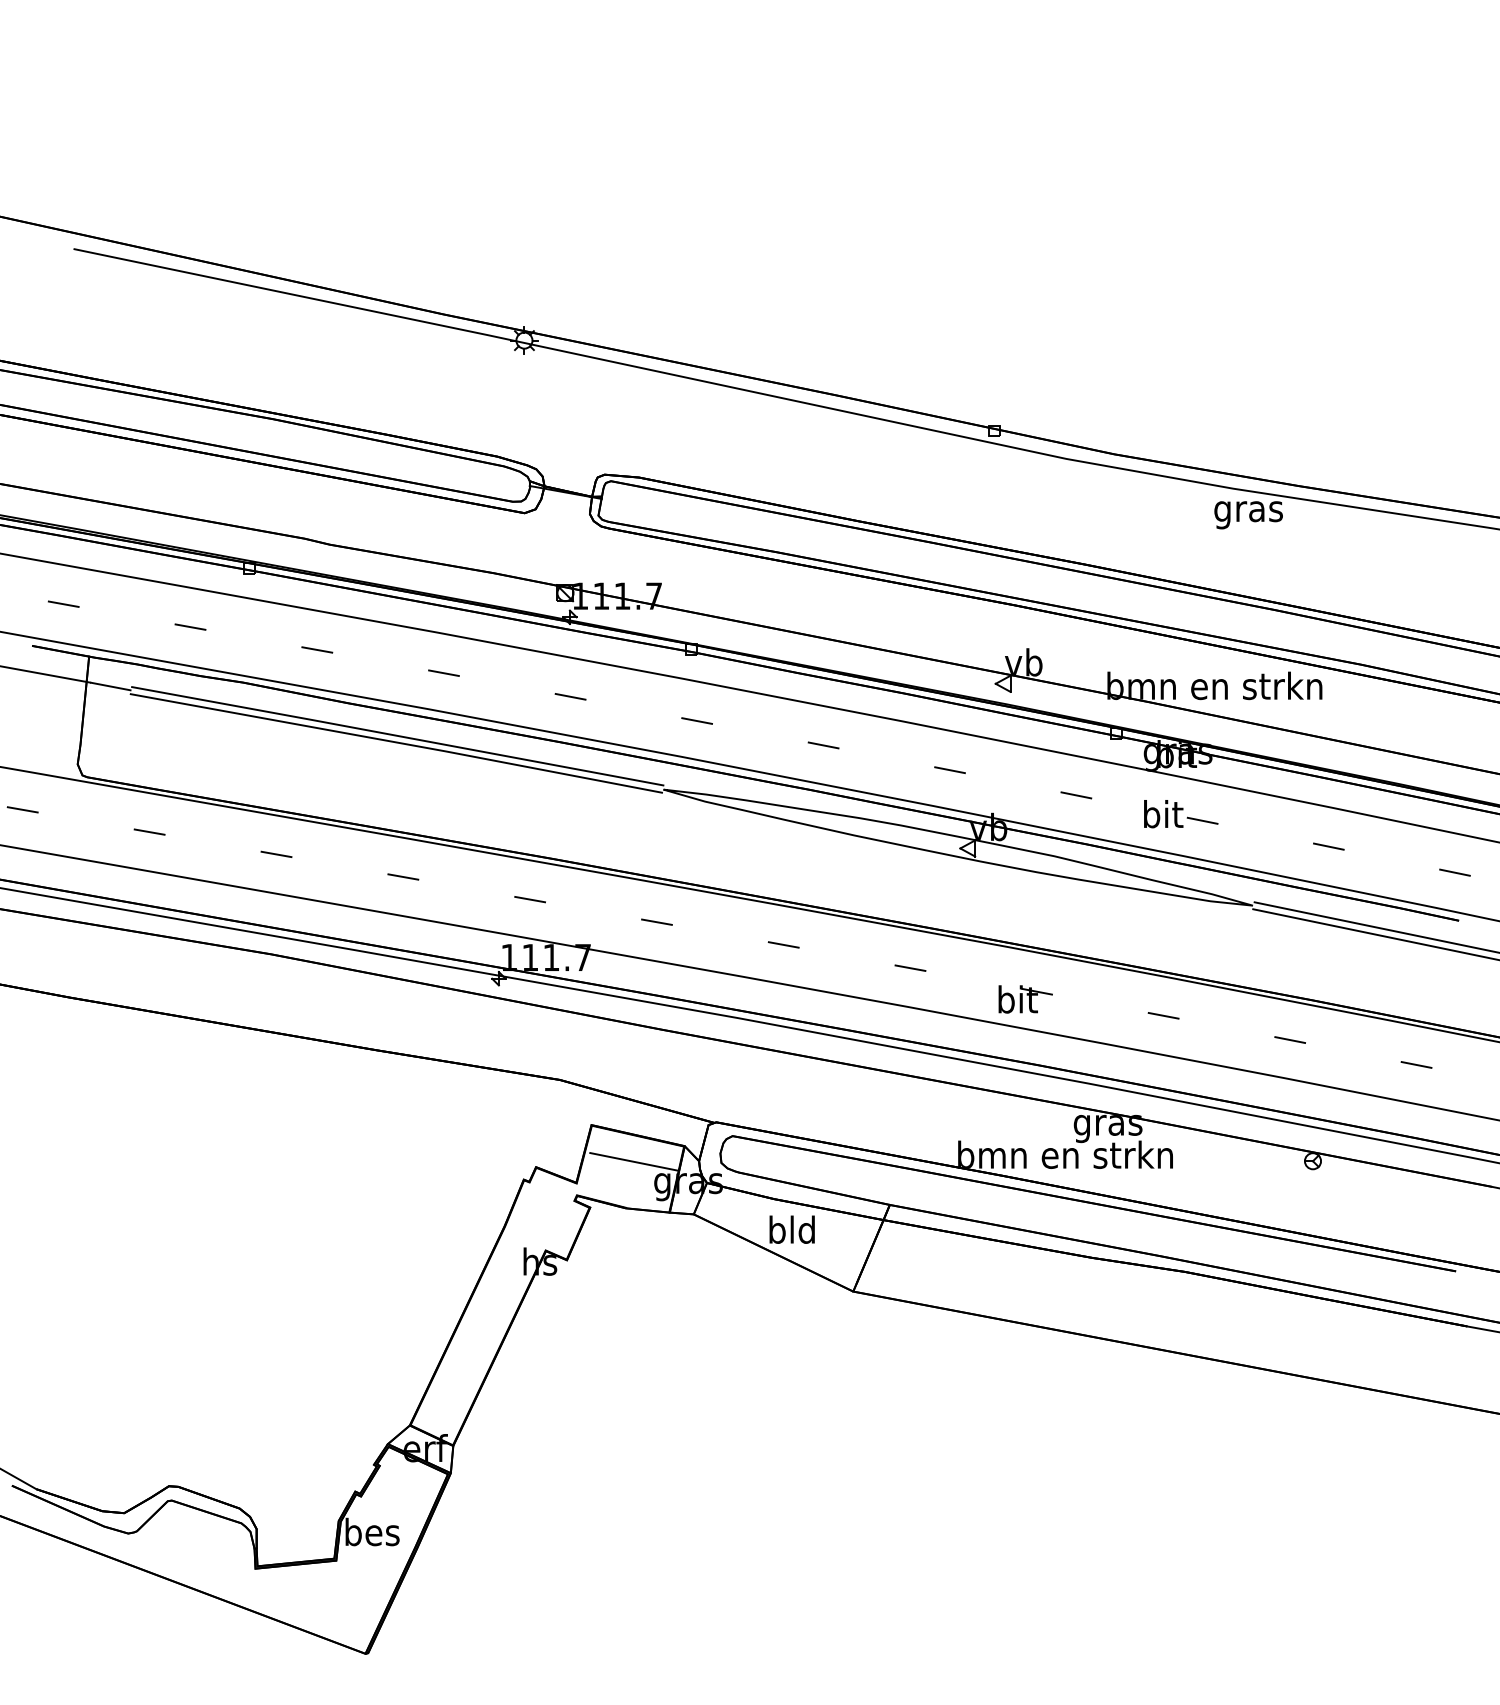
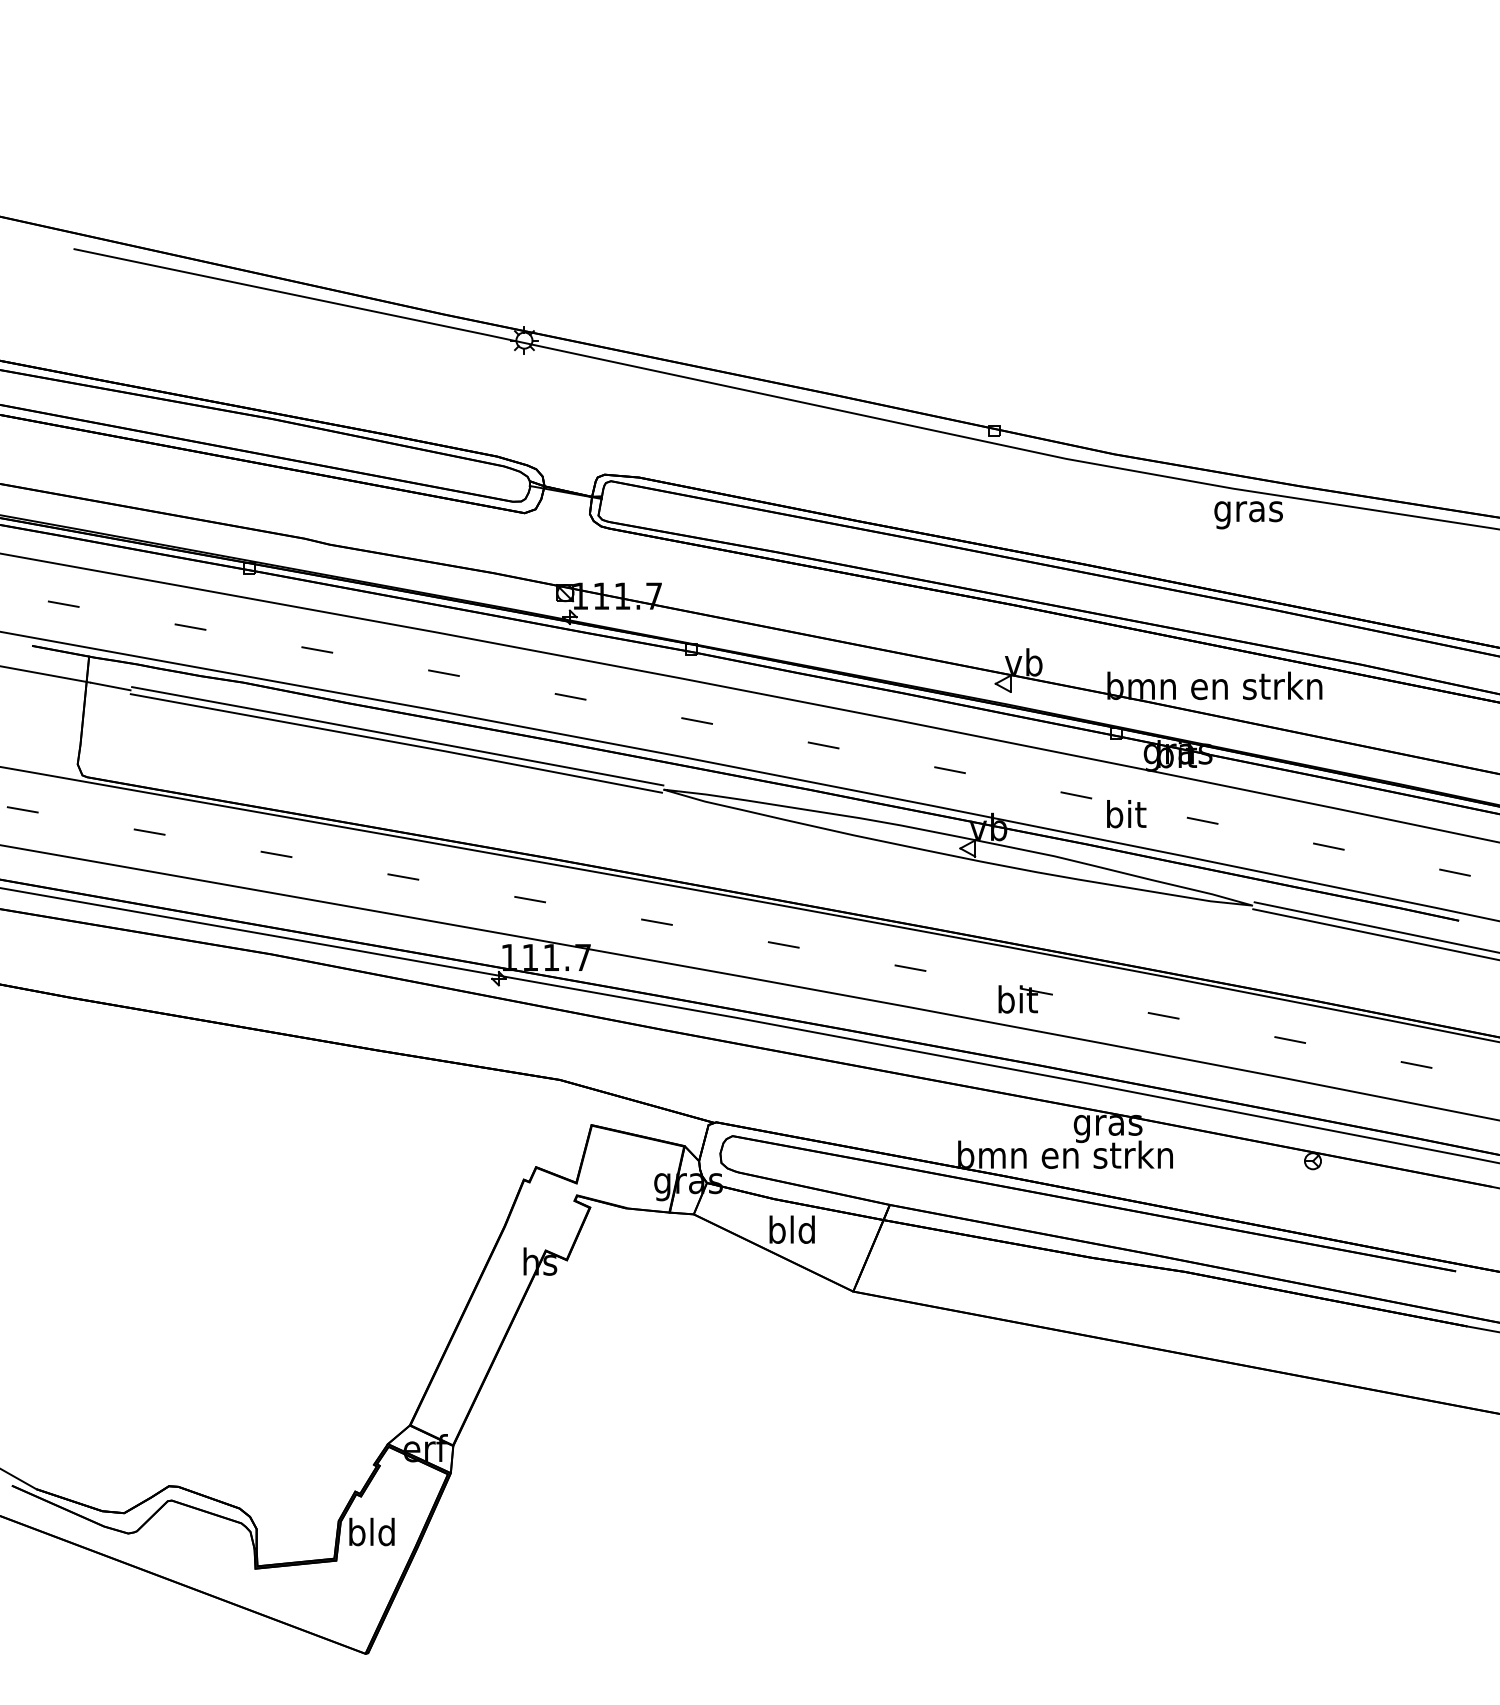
text at (1163, 814) position: (1163, 814) -> (1126, 814)
line at (633, 1161): present -> none
text at (372, 1531): bes -> bld
